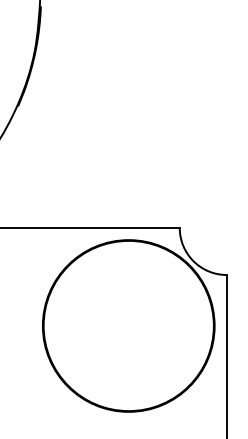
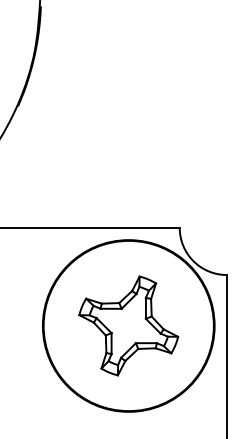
part at (128, 325): none -> present
